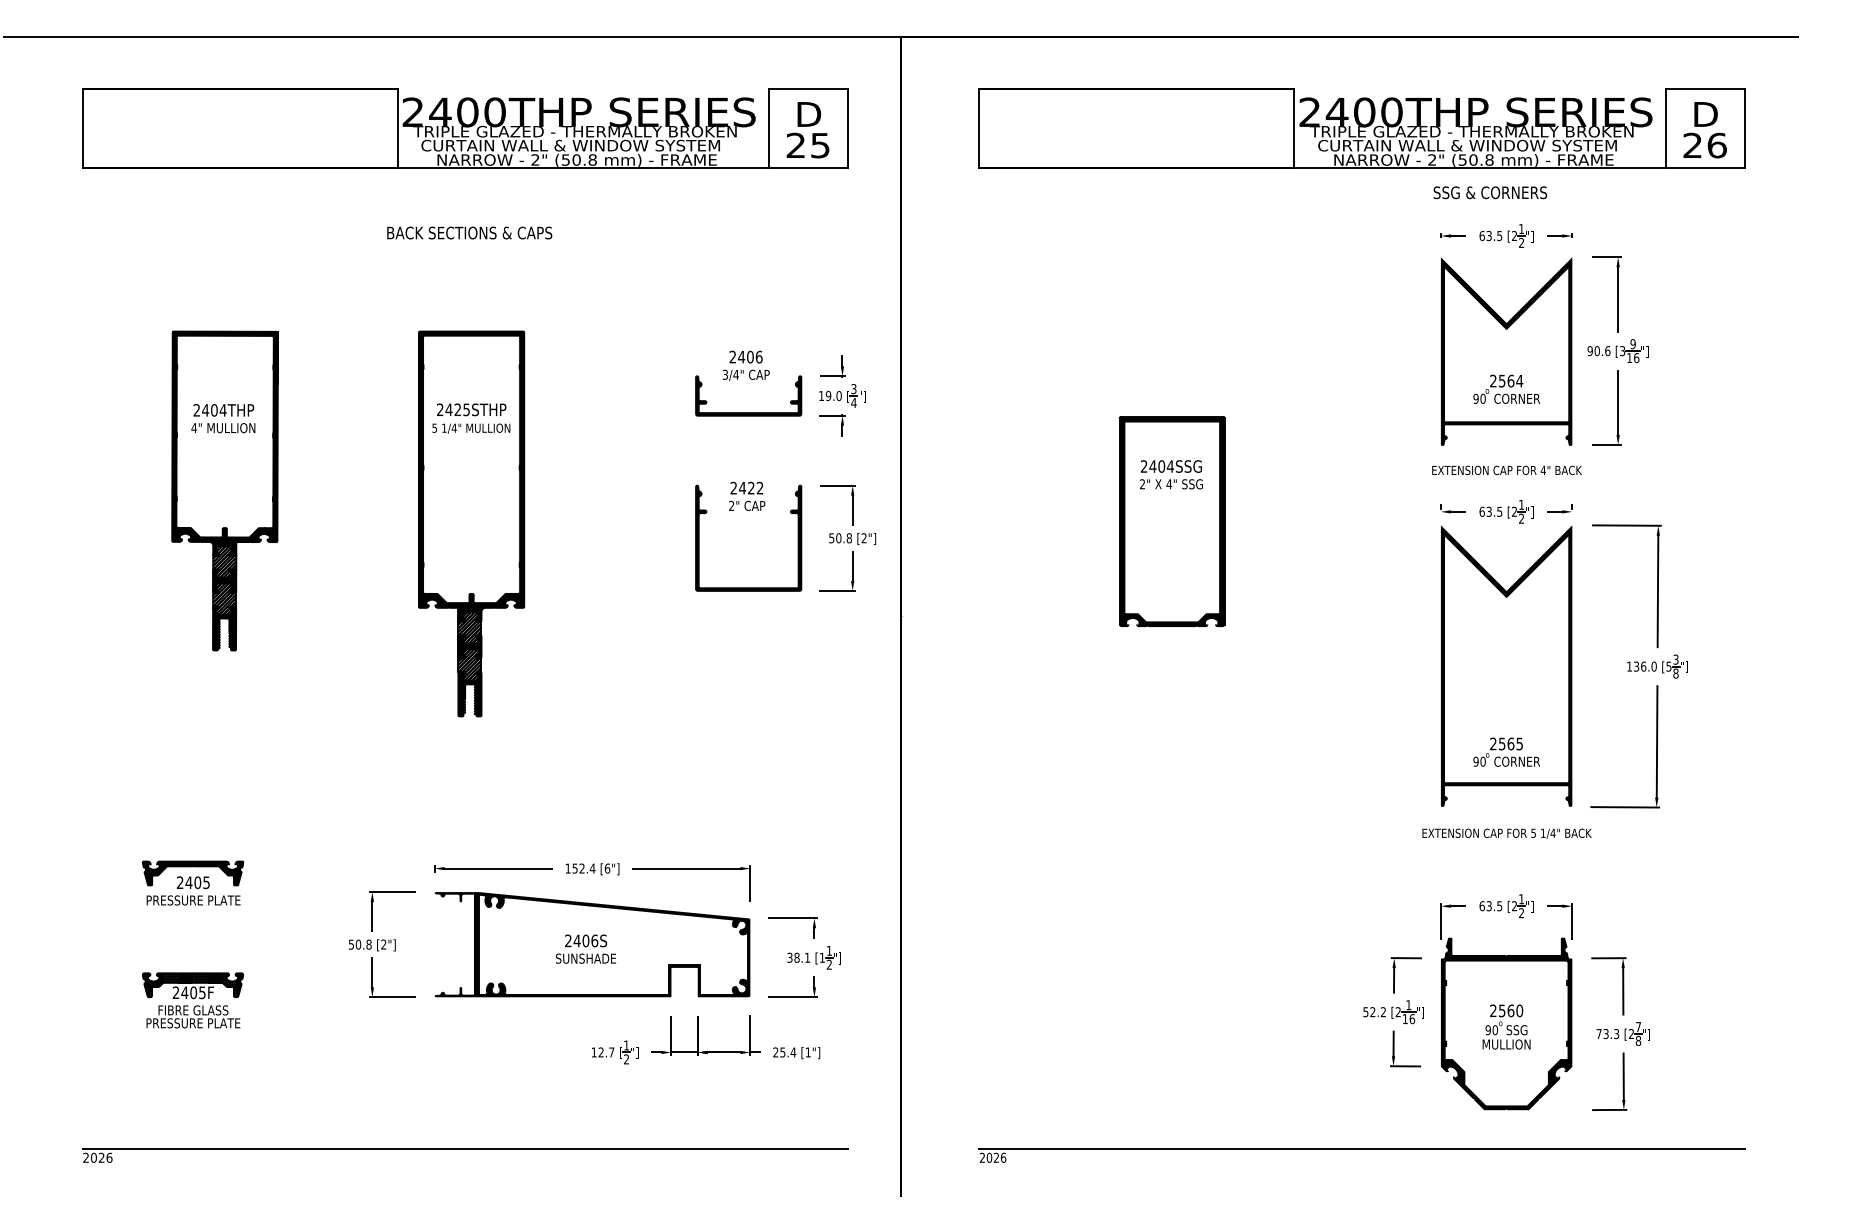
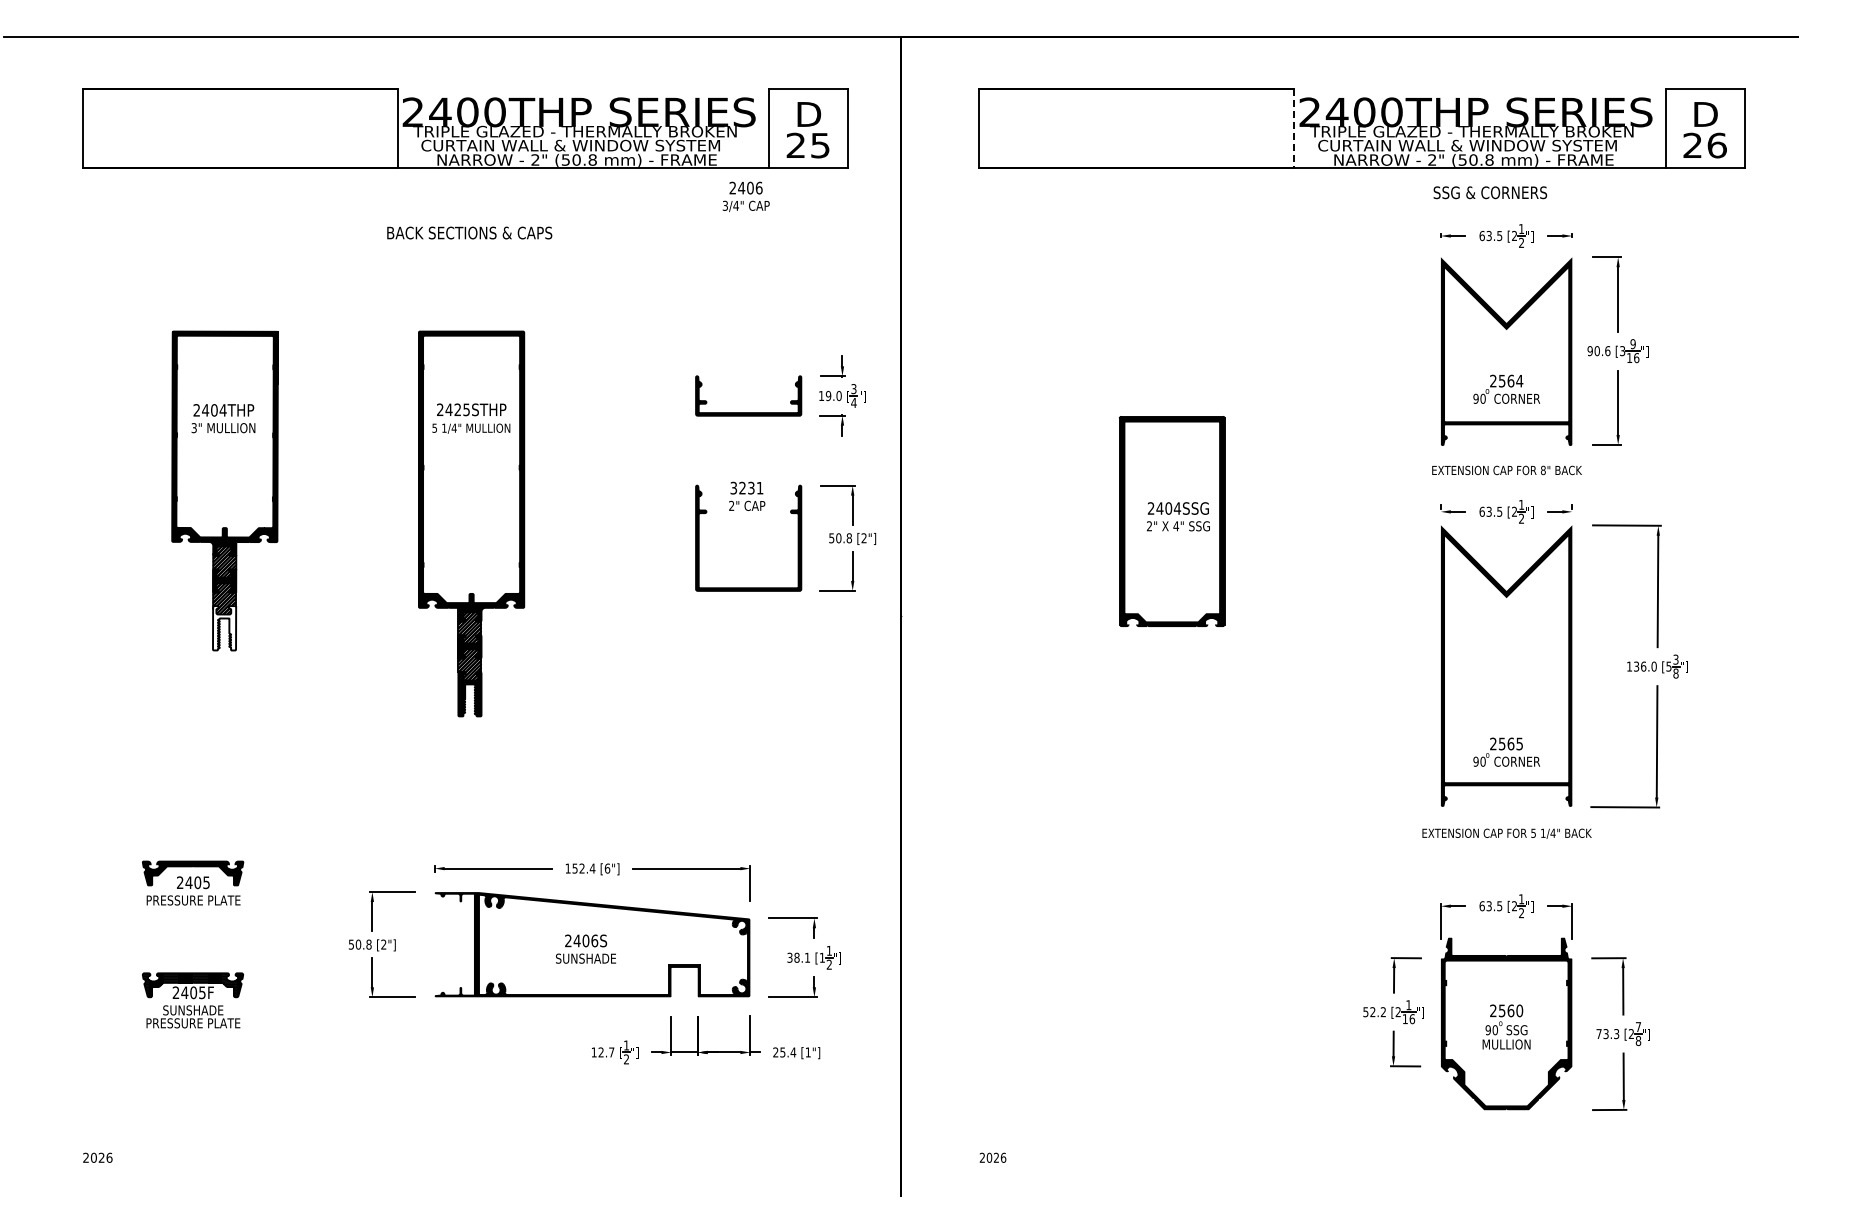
line at (1294, 129): solid -> dashed
text at (745, 365) position: (745, 365) -> (745, 196)
text at (194, 428): 4" -> 3"
text at (1542, 470): 4" -> 8"
text at (1171, 474) position: (1171, 474) -> (1178, 516)
text at (746, 487): 2422 -> 3231
fill at (224, 628): present -> none
text at (193, 1010): FIBRE GLASS -> SUNSHADE
line at (465, 1148): present -> none
line at (1361, 1148): present -> none
